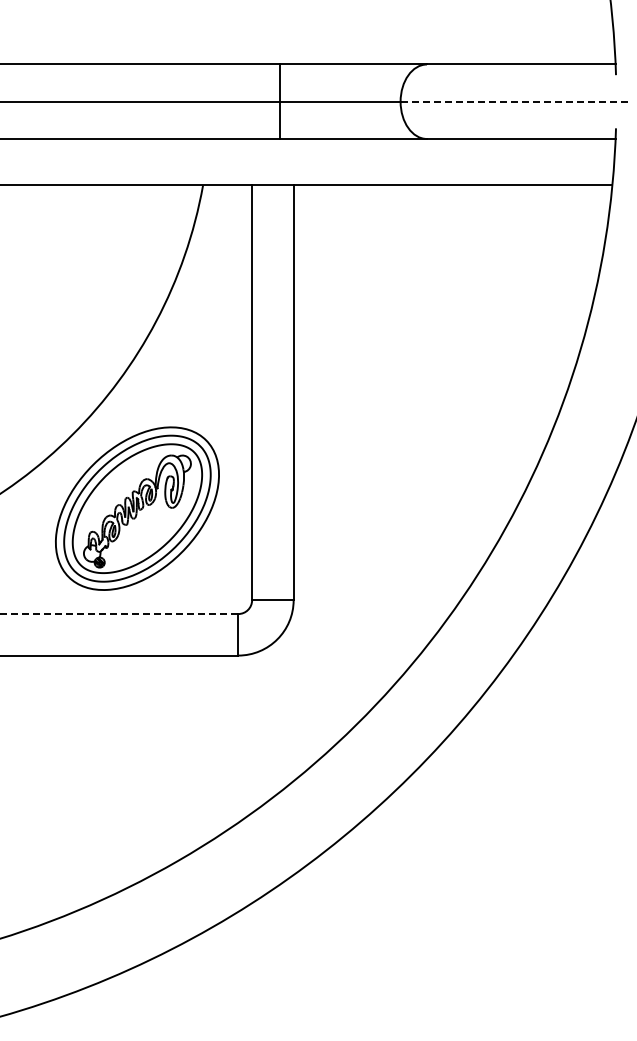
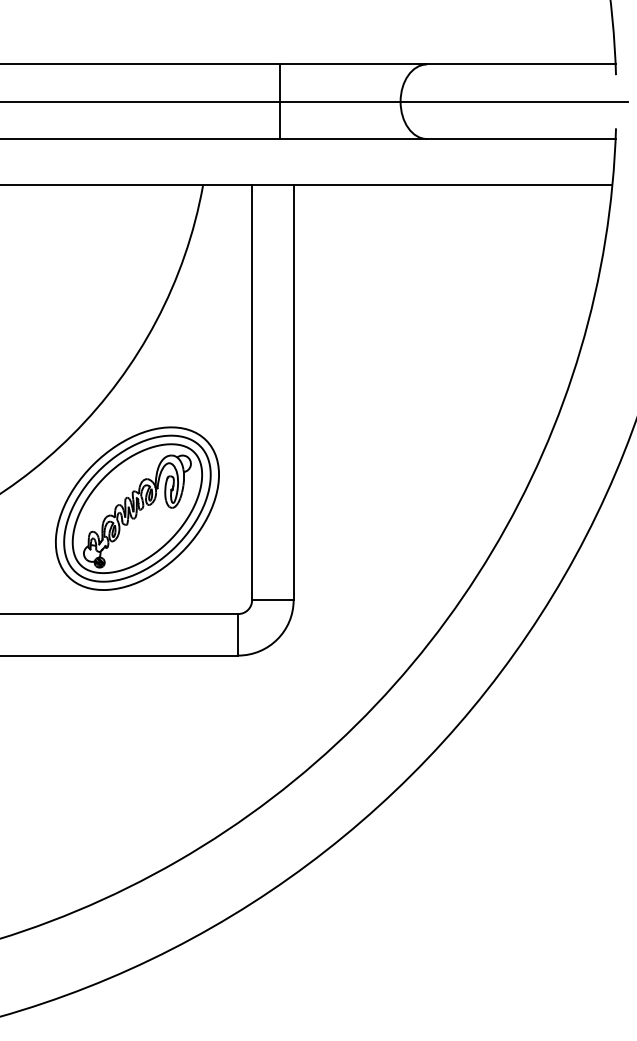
line at (514, 101): dashed -> solid
line at (119, 614): dashed -> solid
